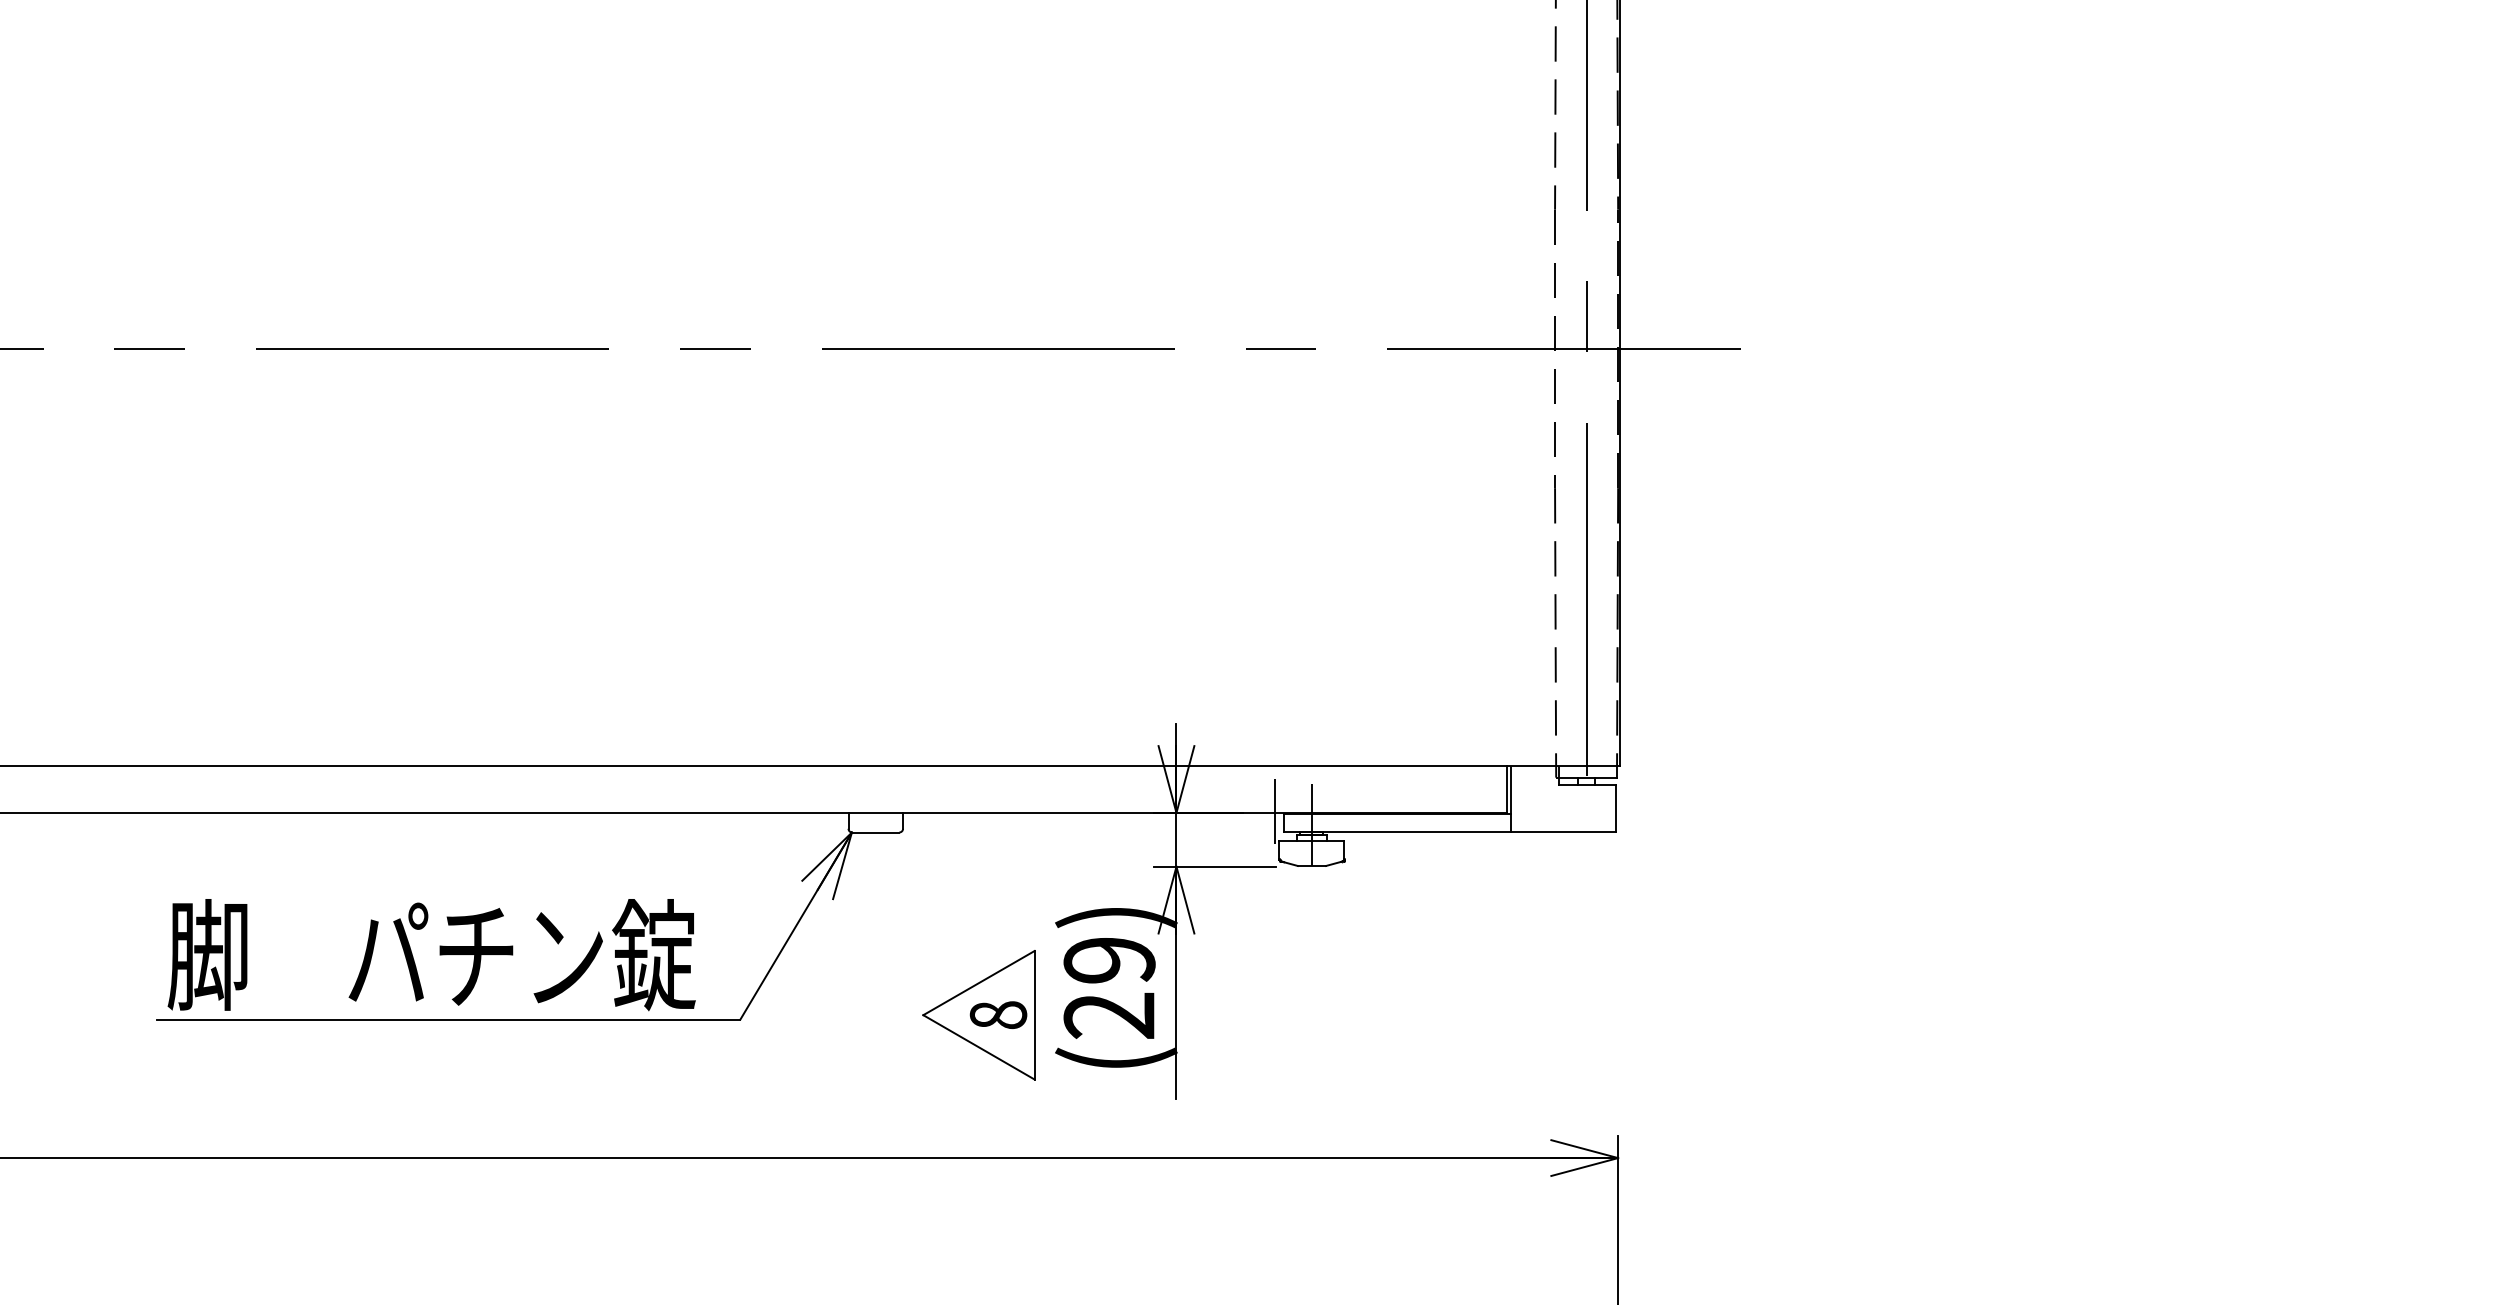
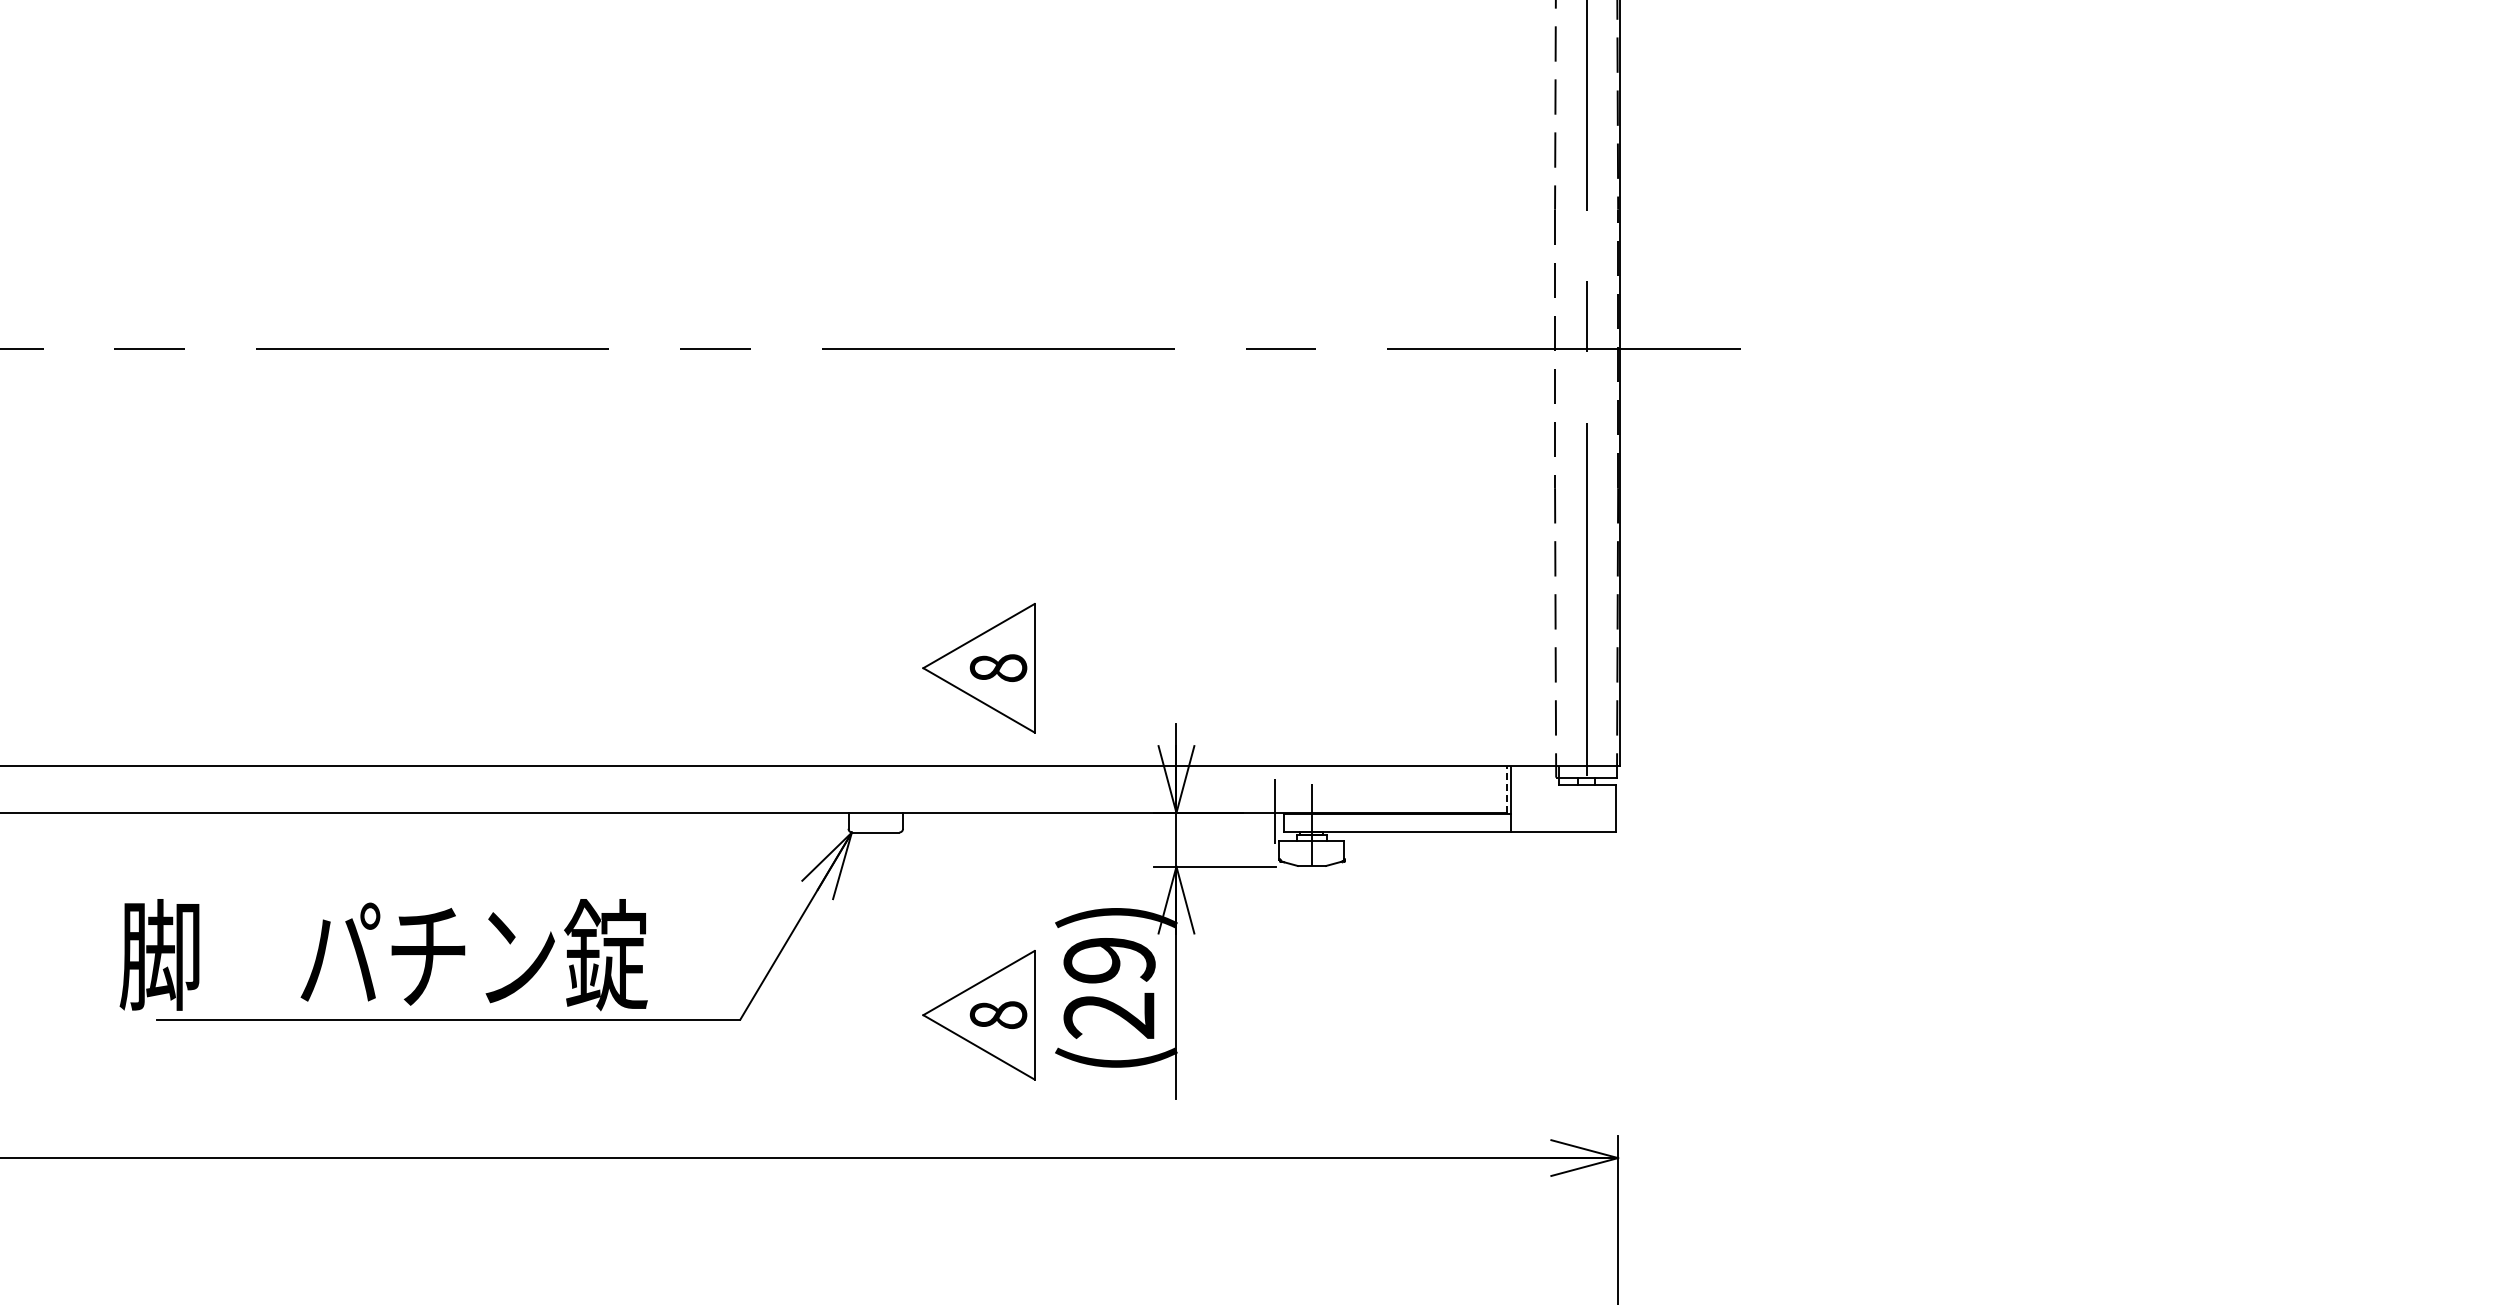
part at (978, 668): none -> present
line at (1506, 789): solid -> dashed
text at (431, 955) position: (431, 955) -> (383, 955)
